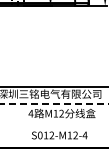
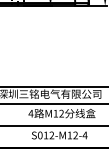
line at (55, 103): dashed -> solid
line at (53, 125): none -> present
